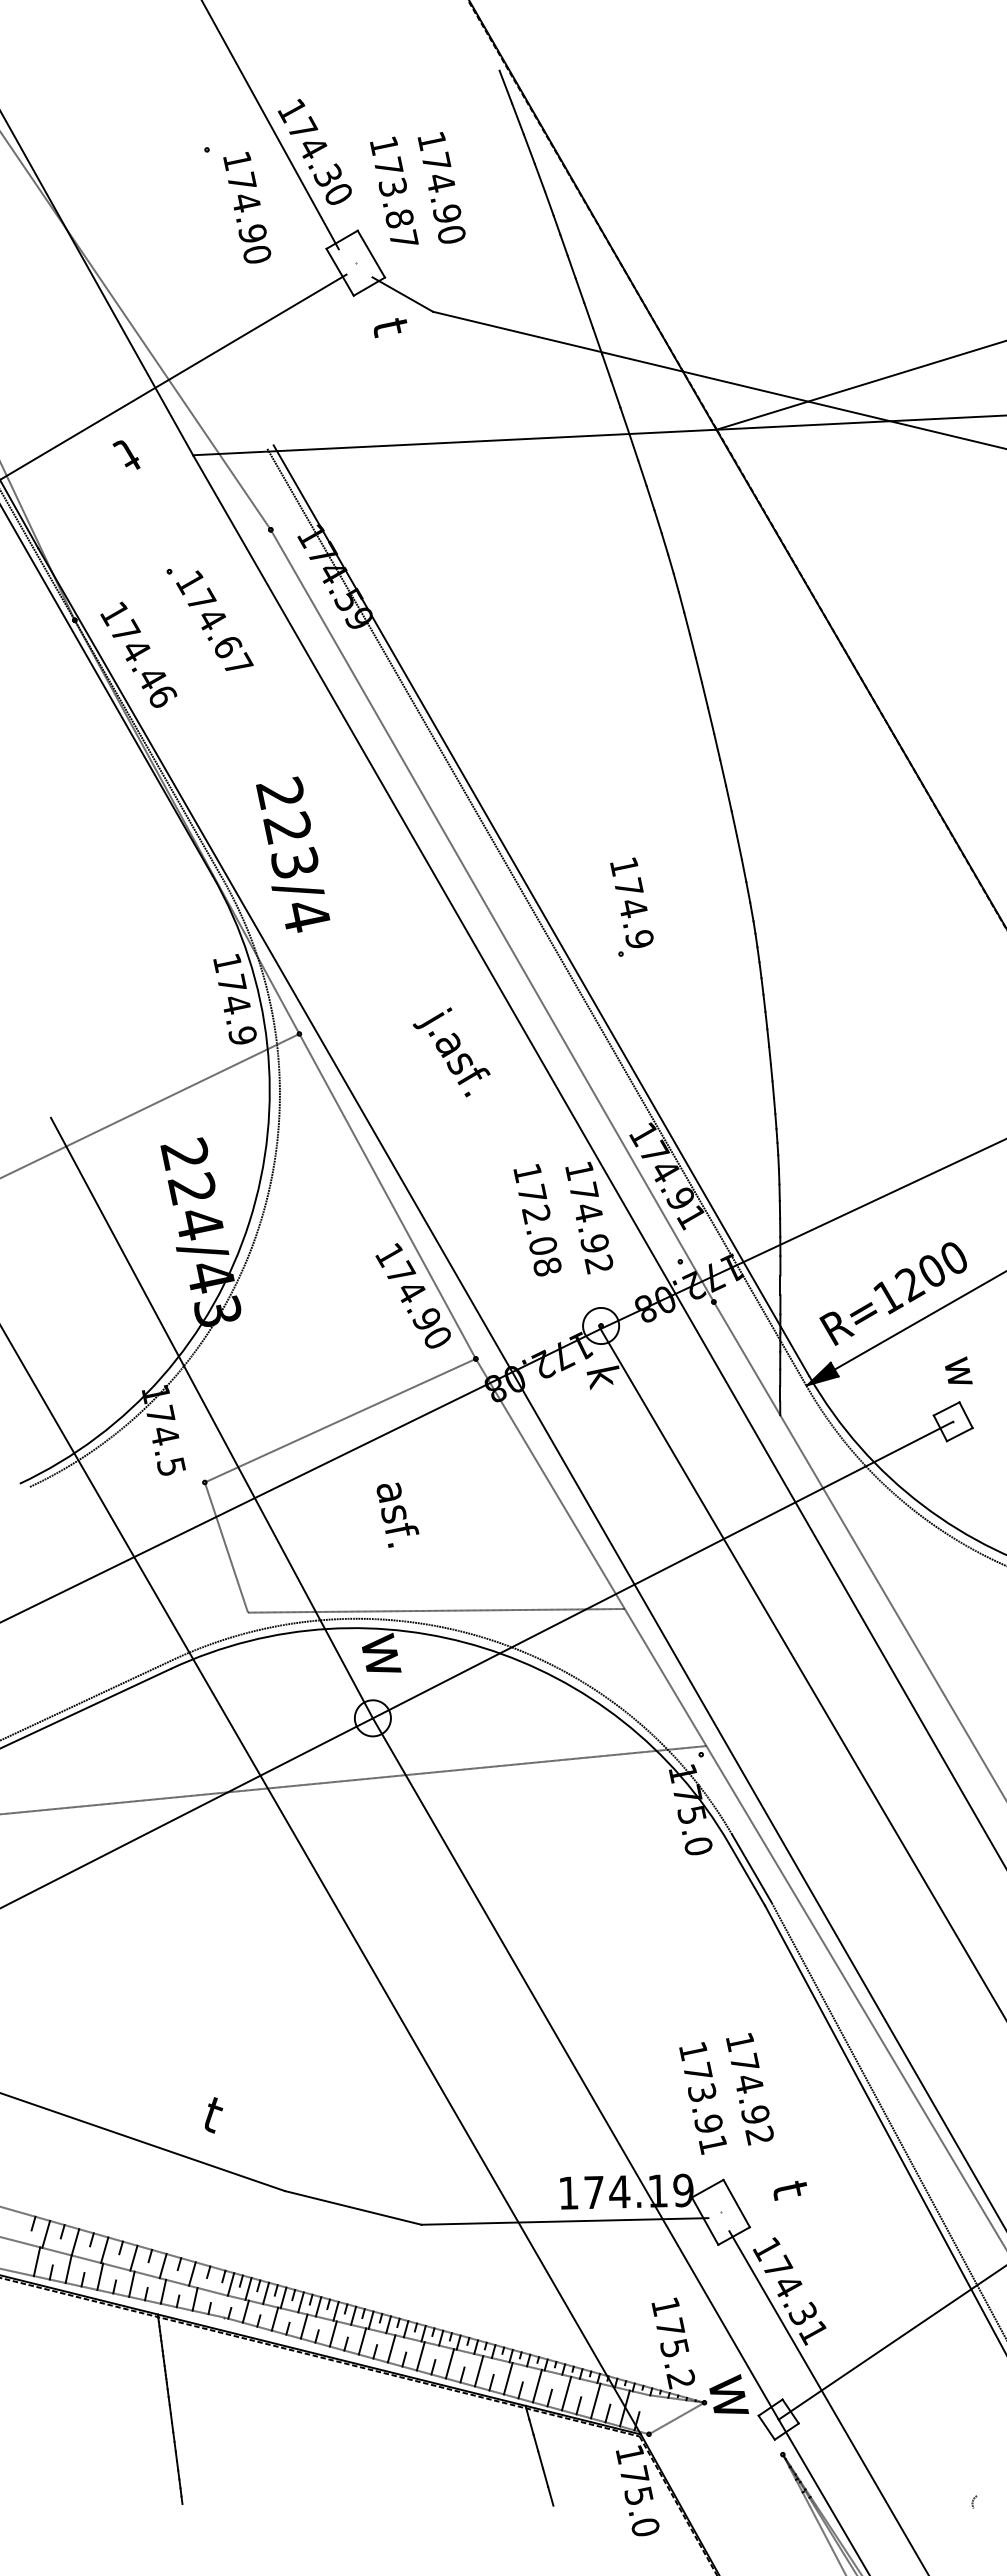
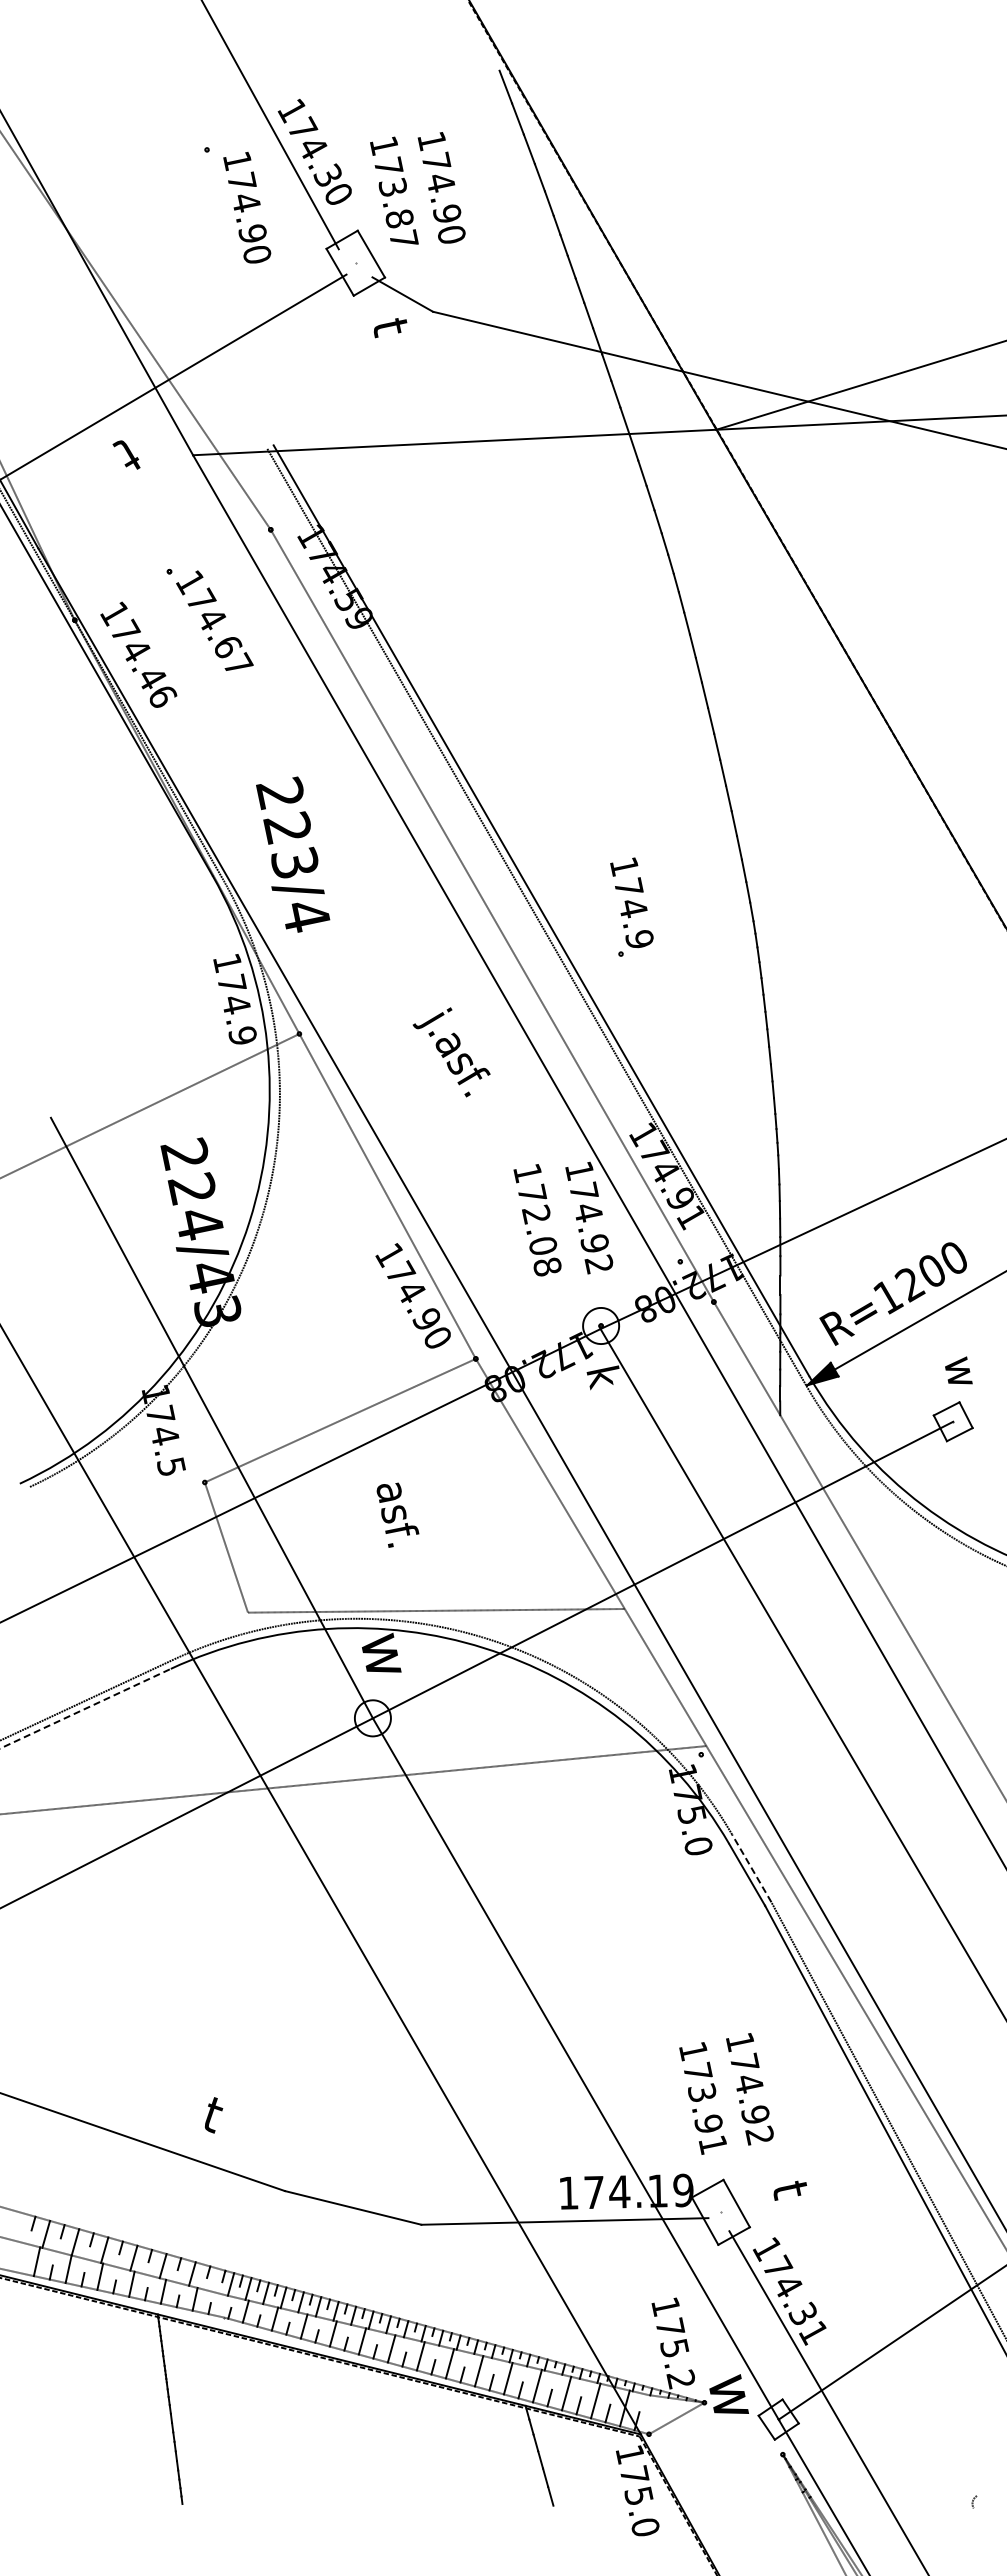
line at (85, 1708): solid -> dashed
line at (751, 1868): solid -> dashed
